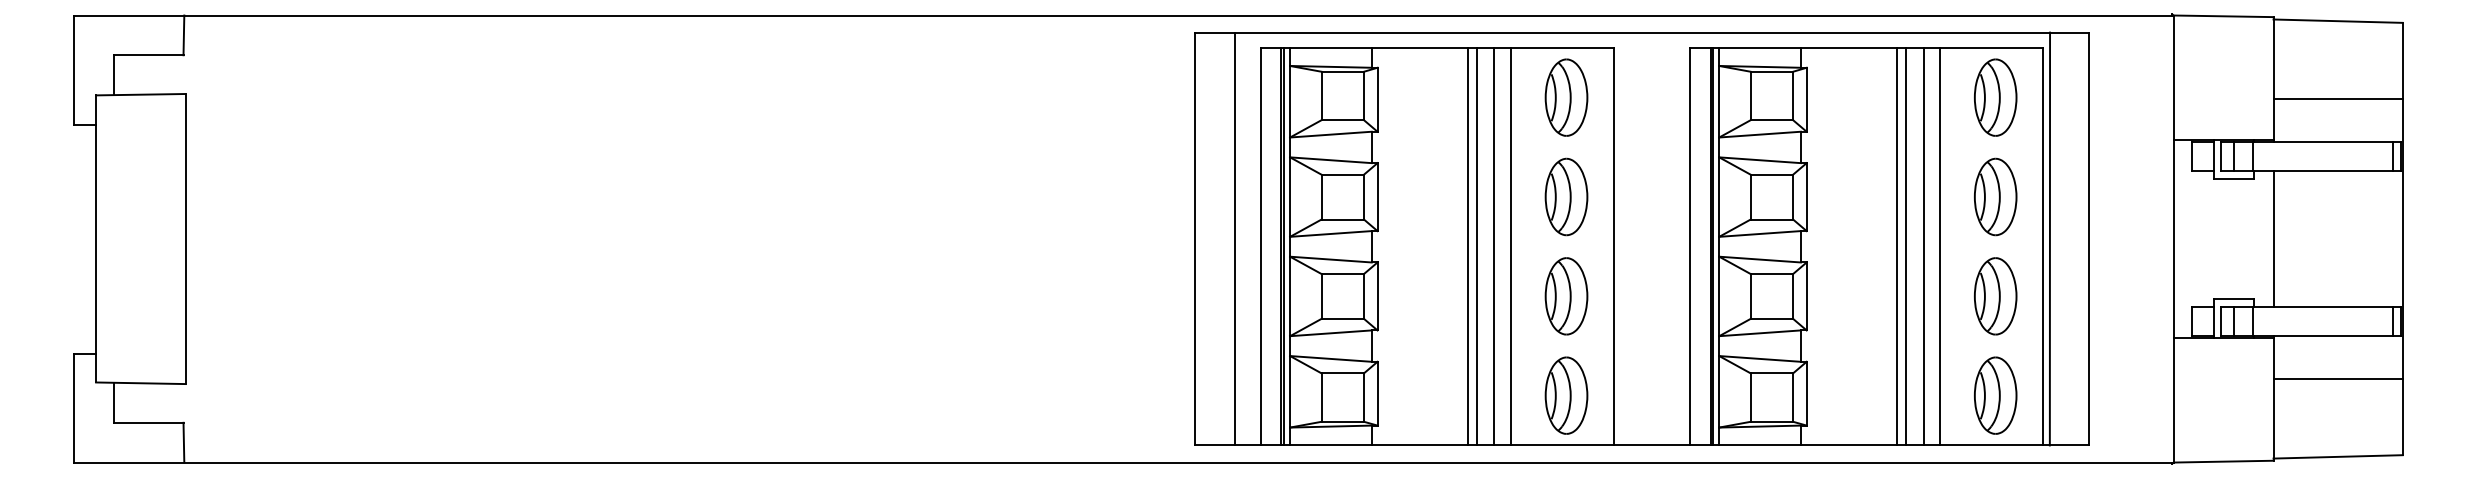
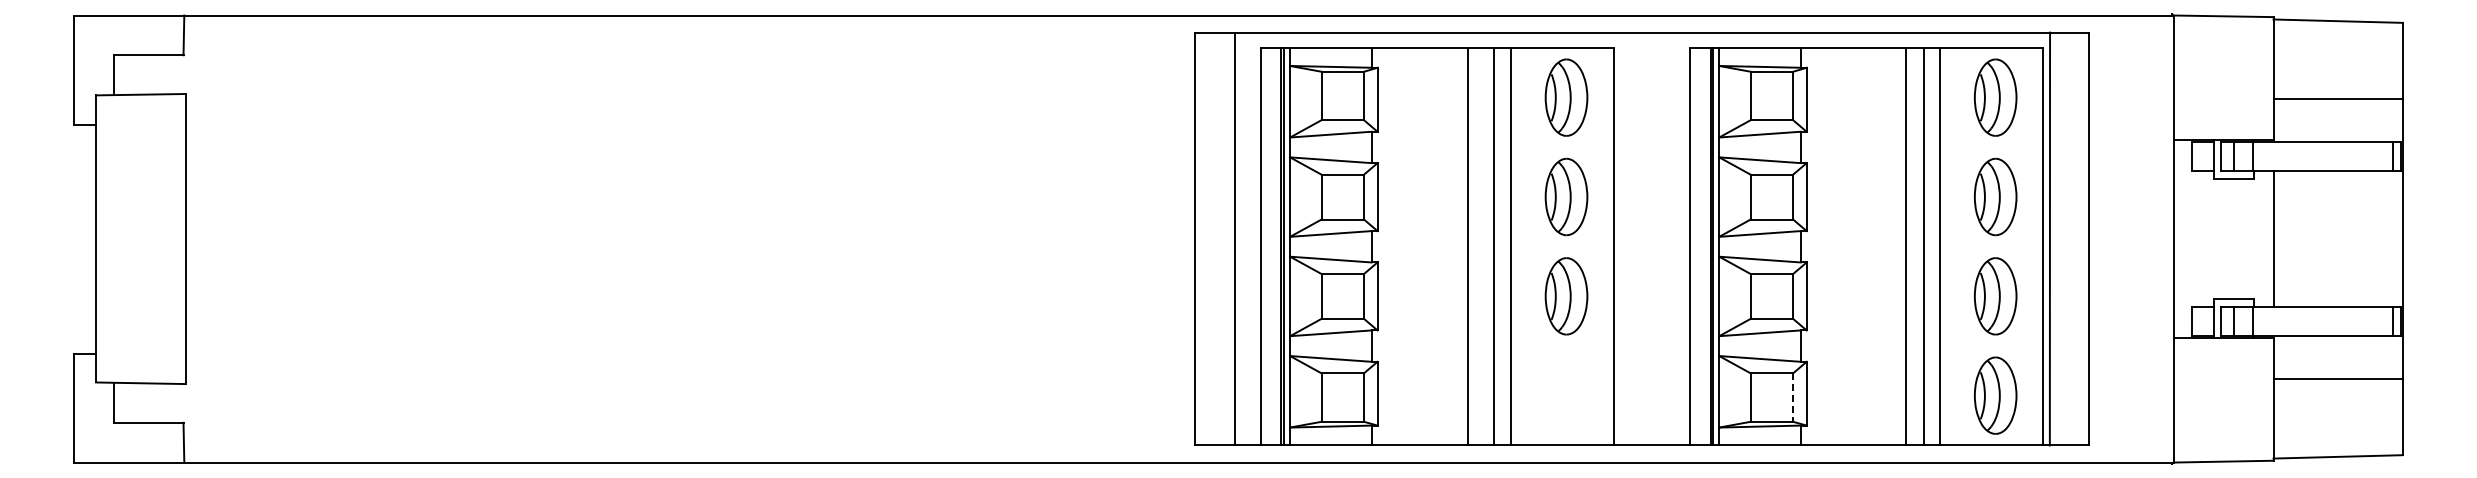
line at (1476, 246): present -> none
line at (1896, 246): present -> none
part at (1566, 395): present -> none
line at (1793, 398): solid -> dashed
